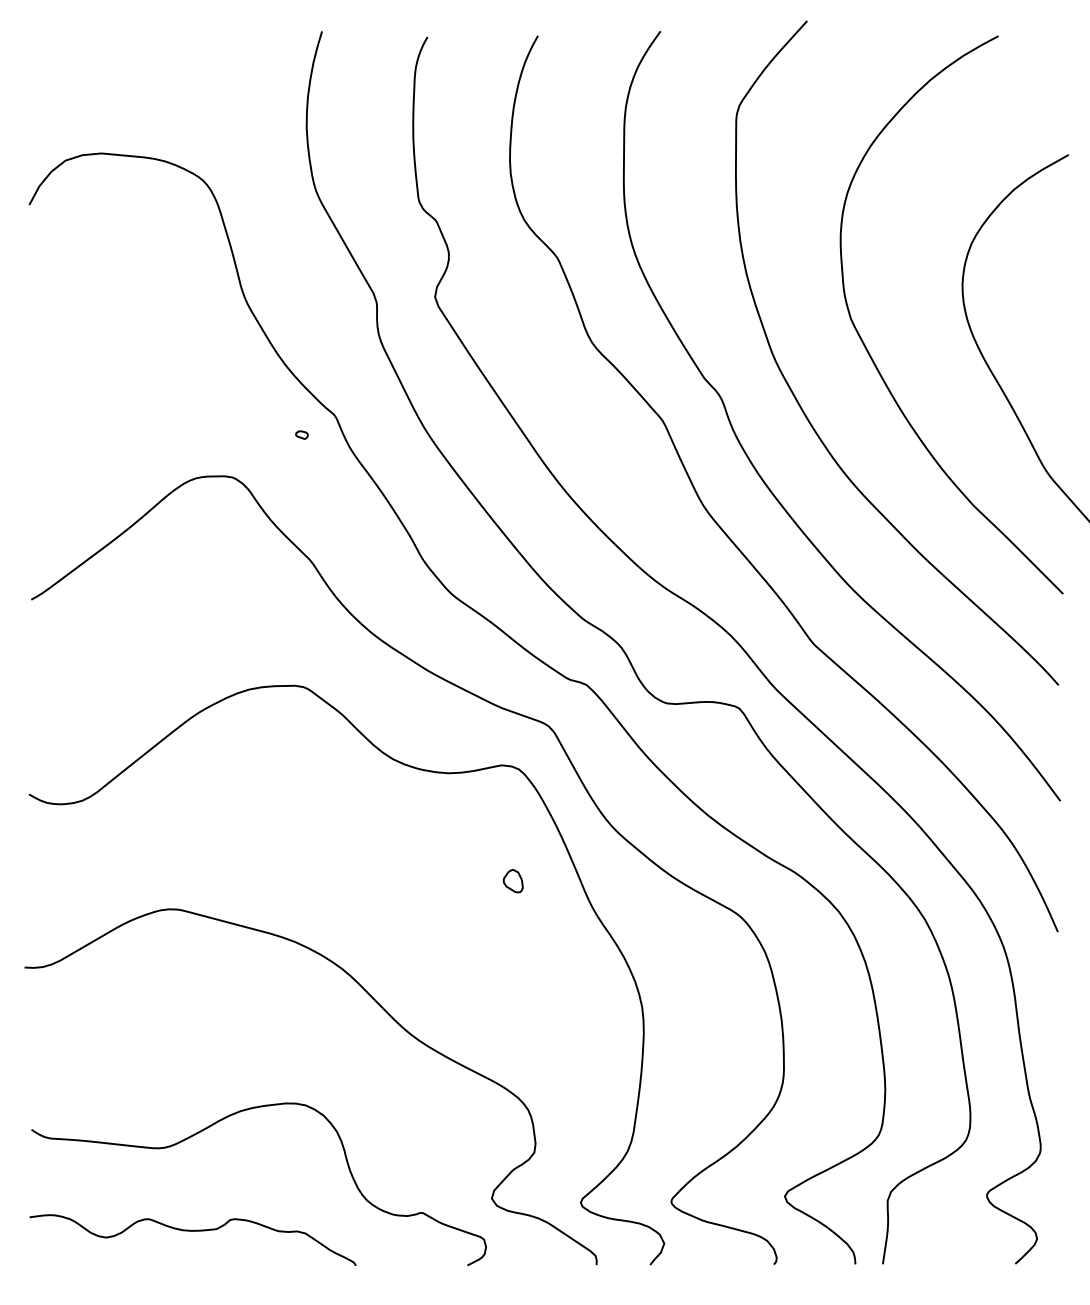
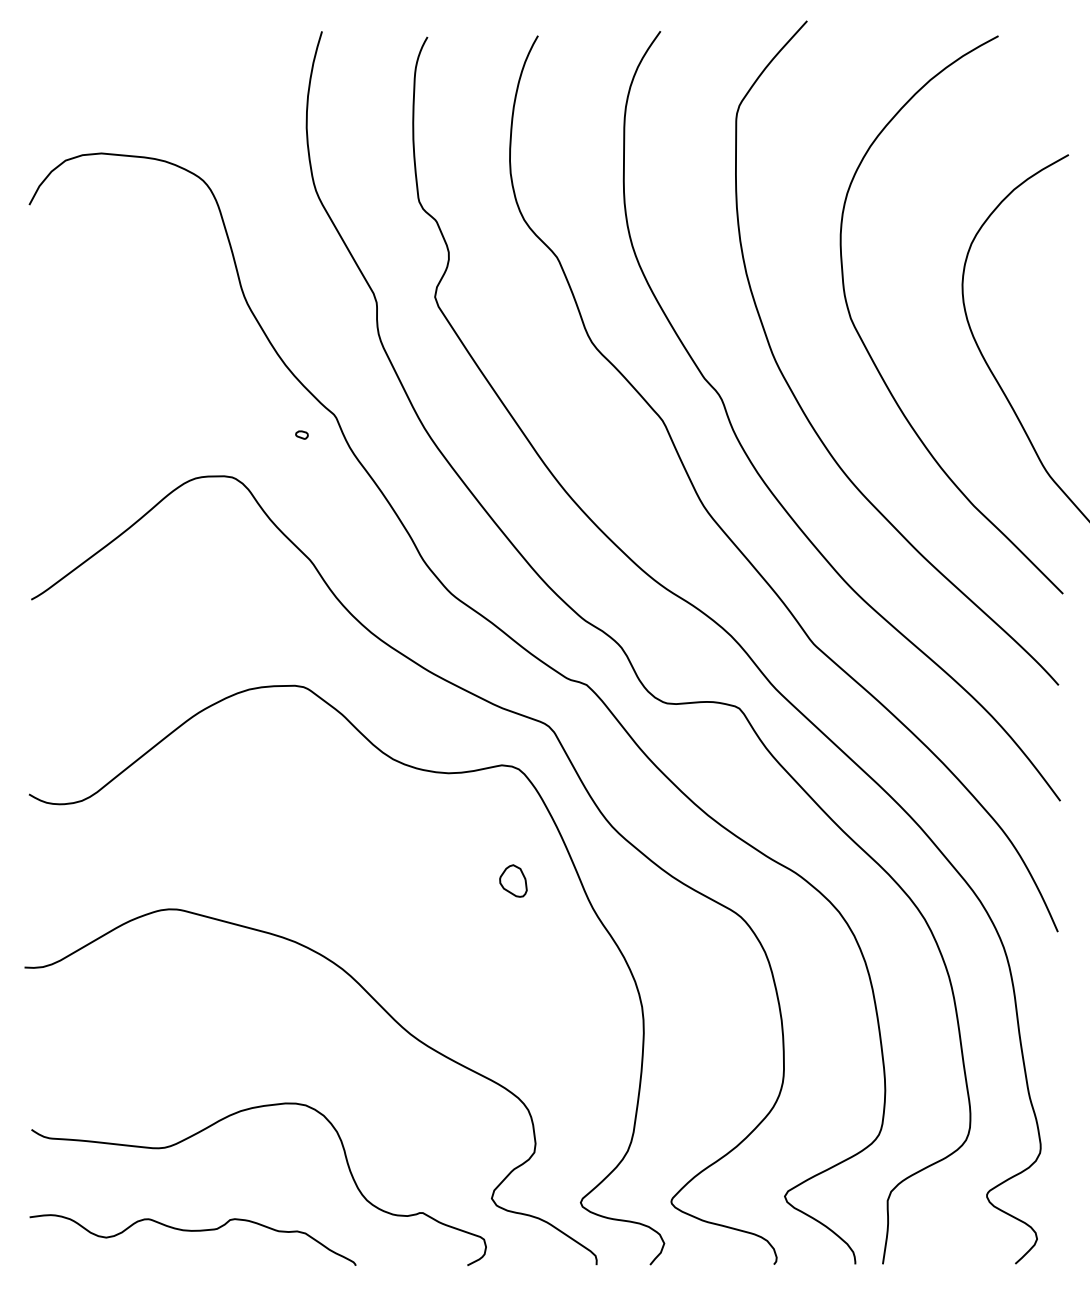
part at (512, 881) size: 22x25 px -> 29x34 px
